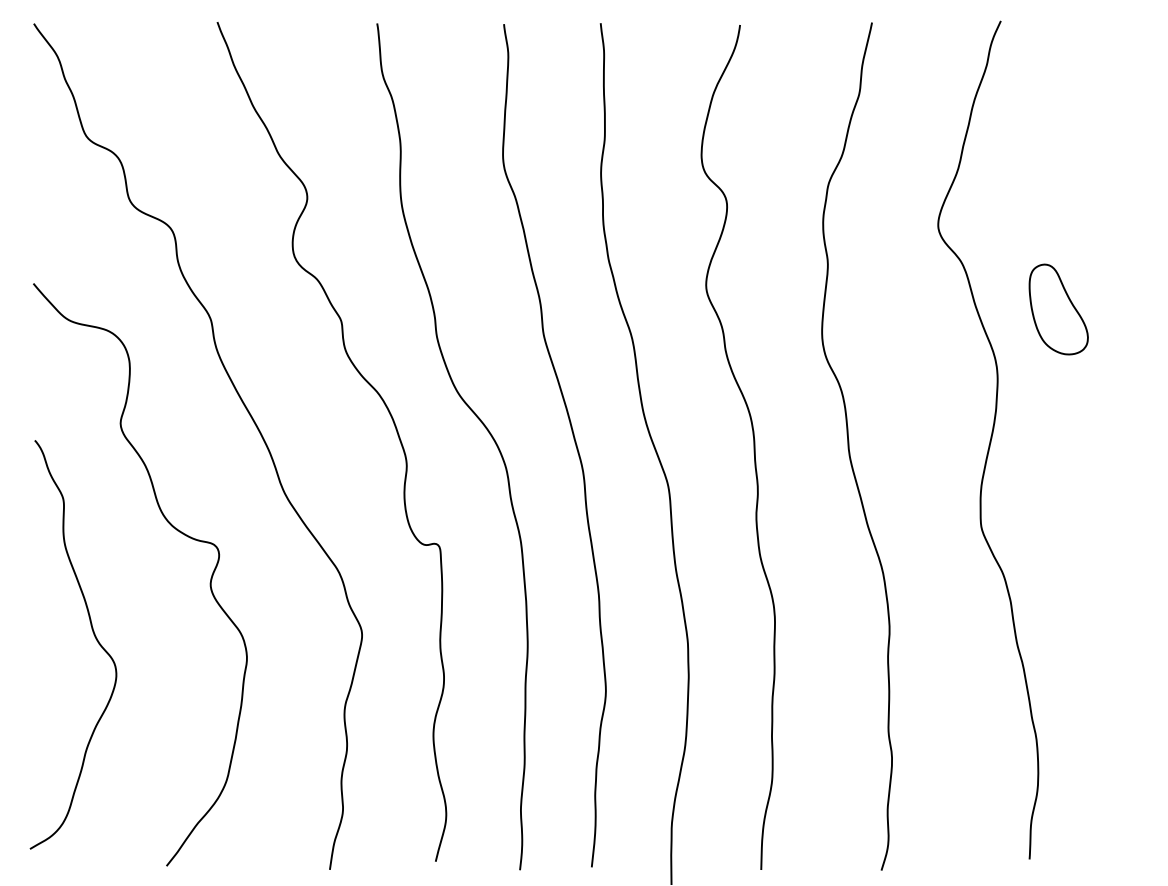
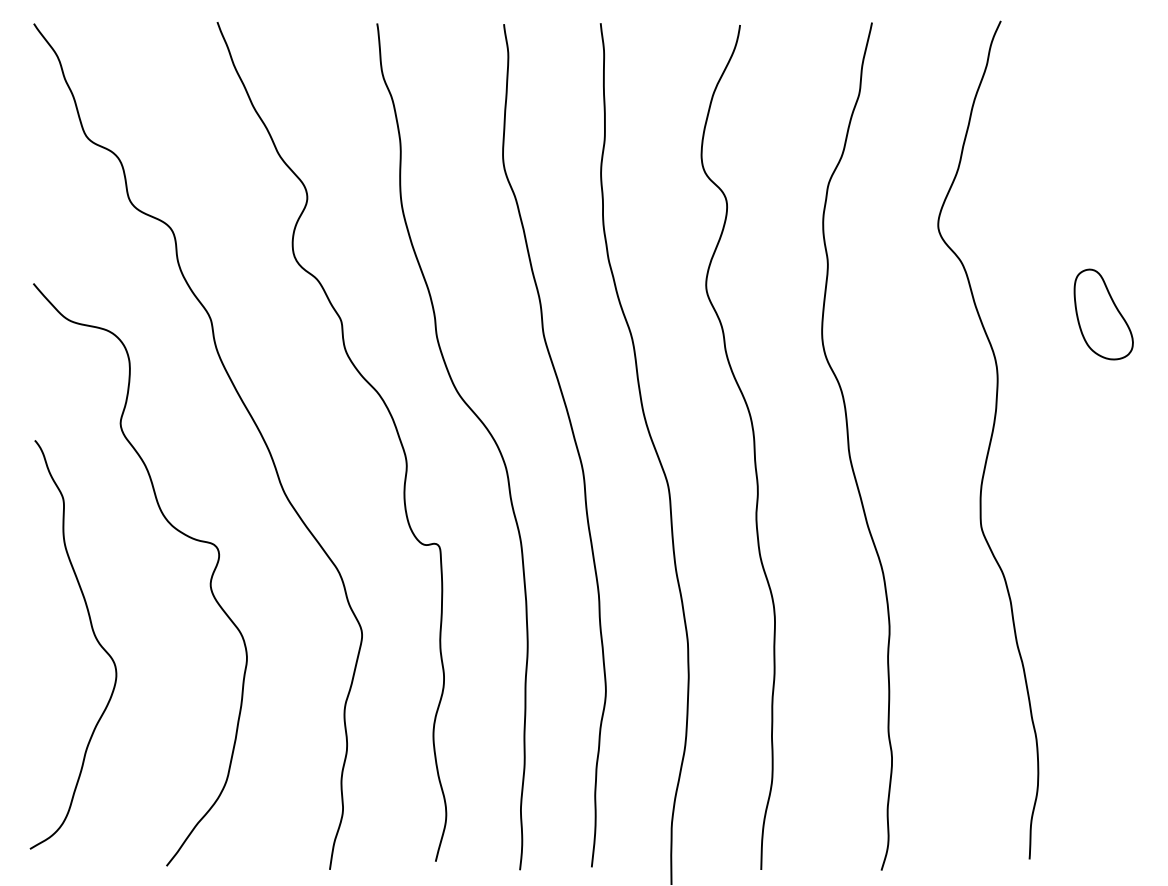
part at (1058, 309) position: (1058, 309) -> (1103, 314)
